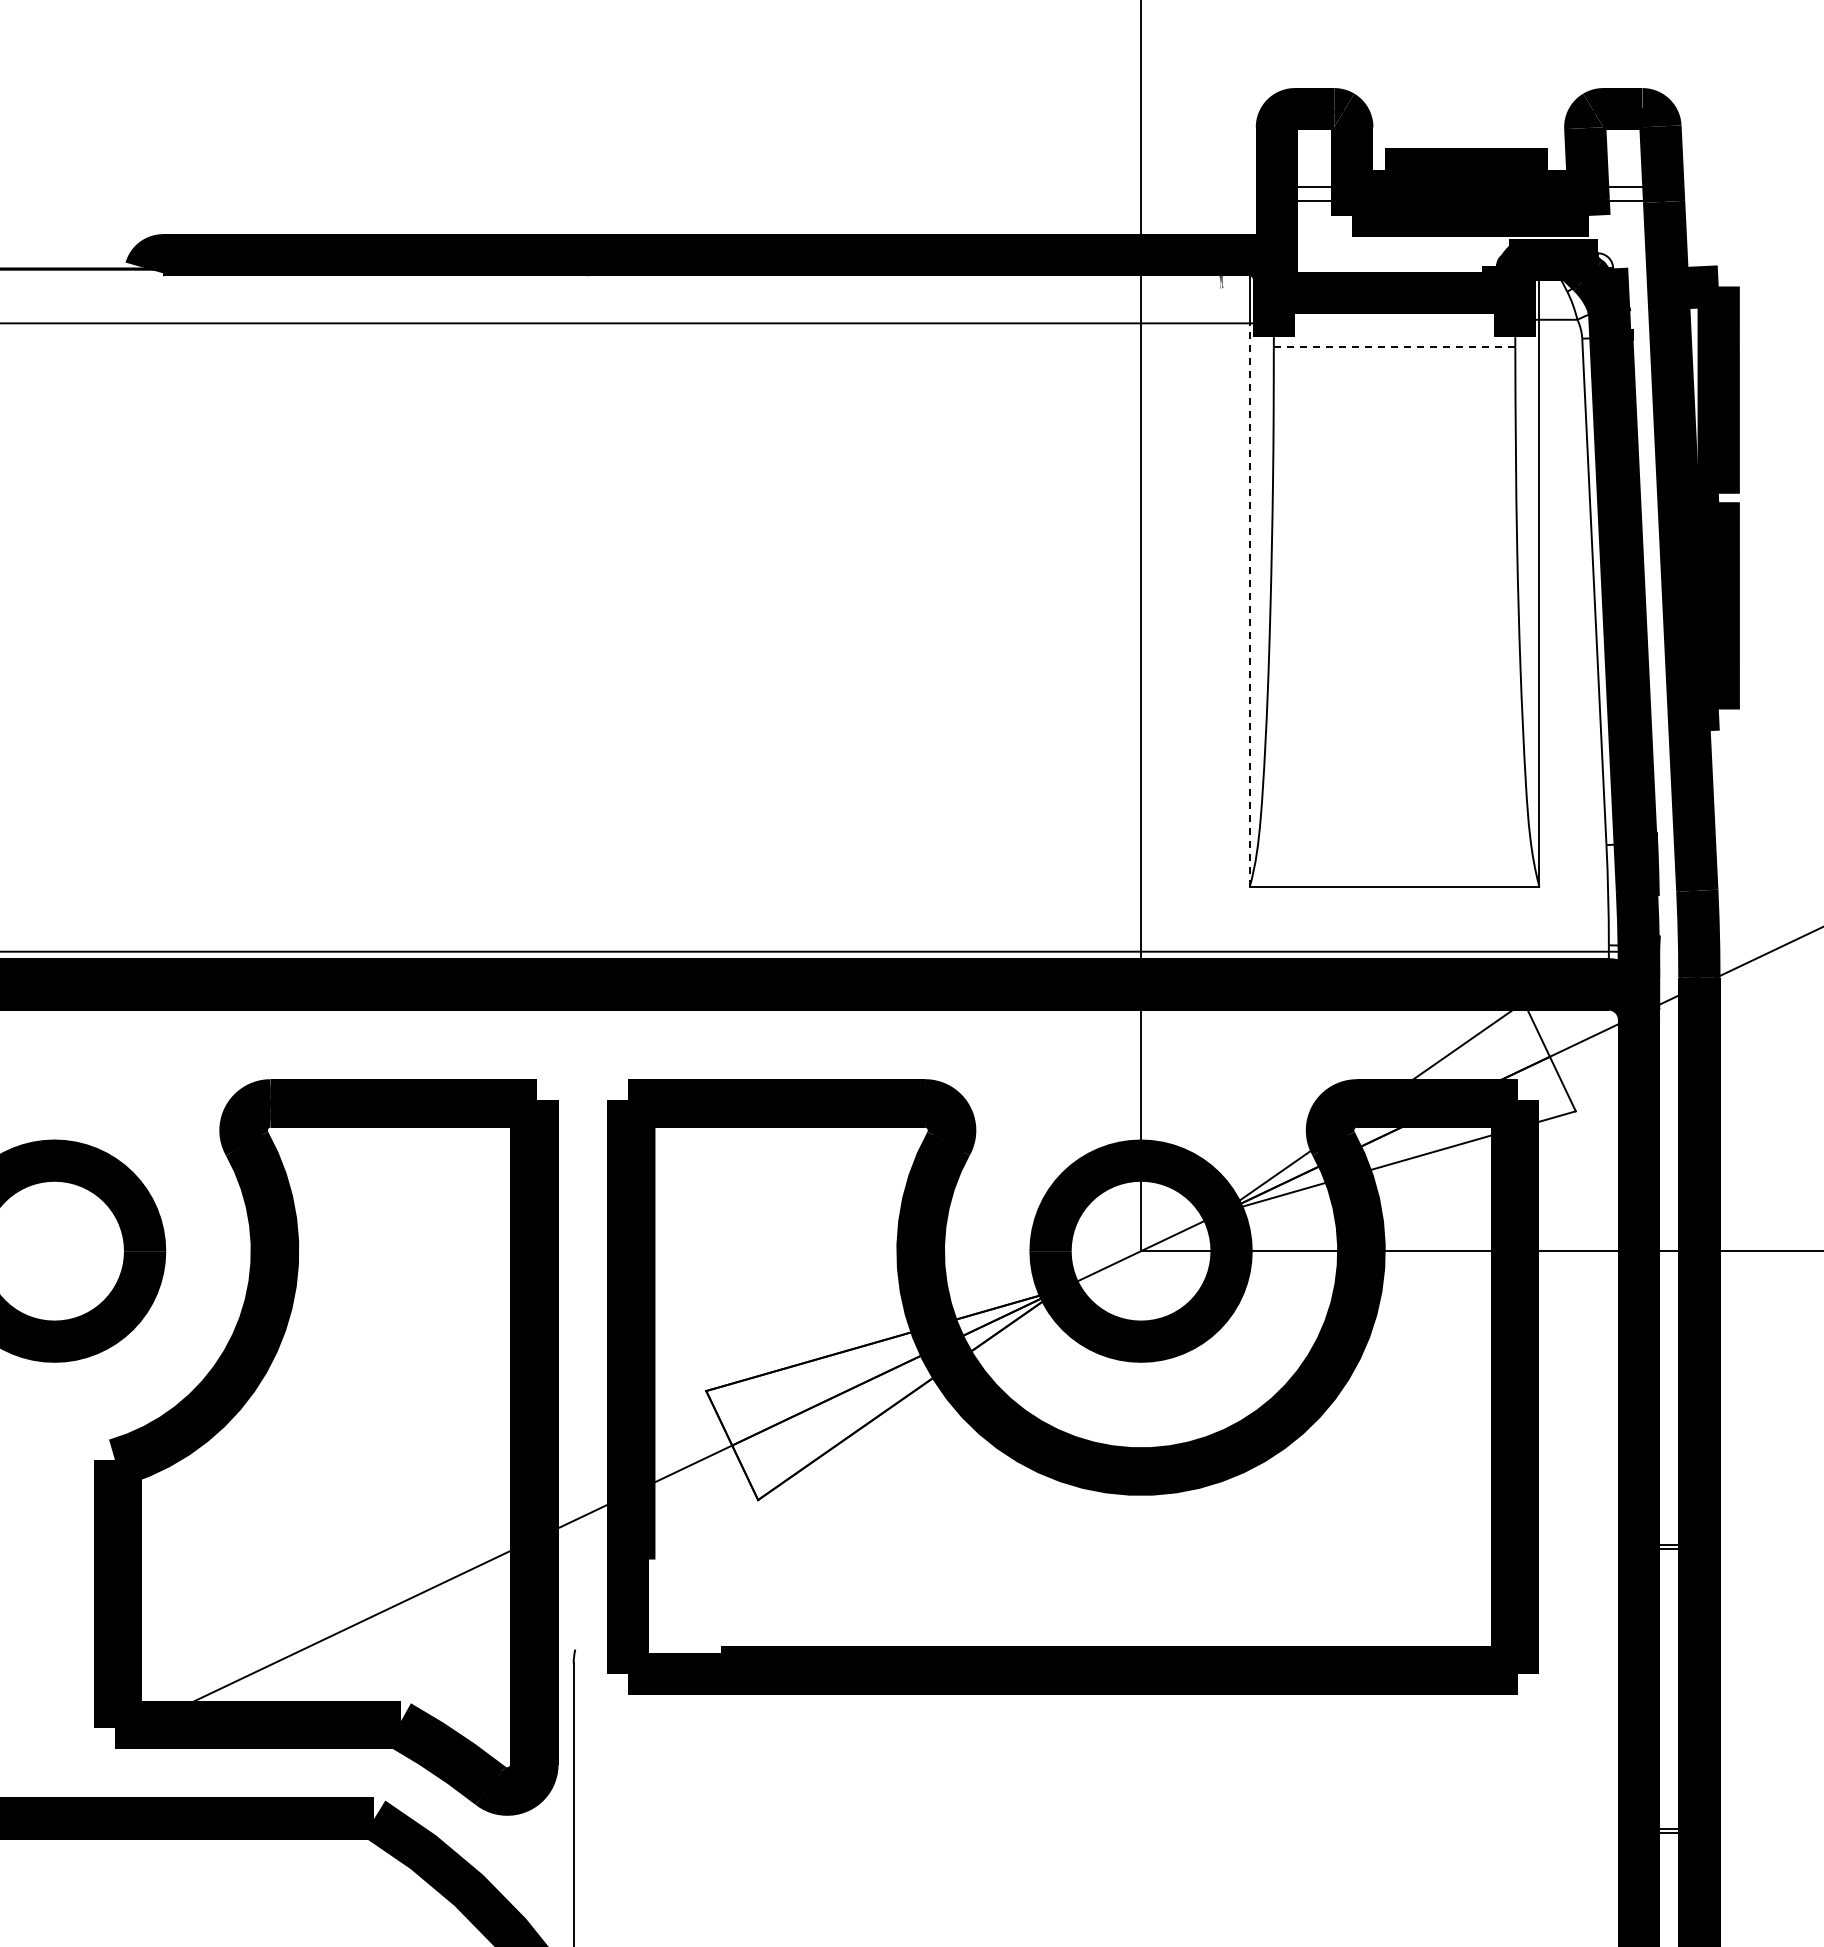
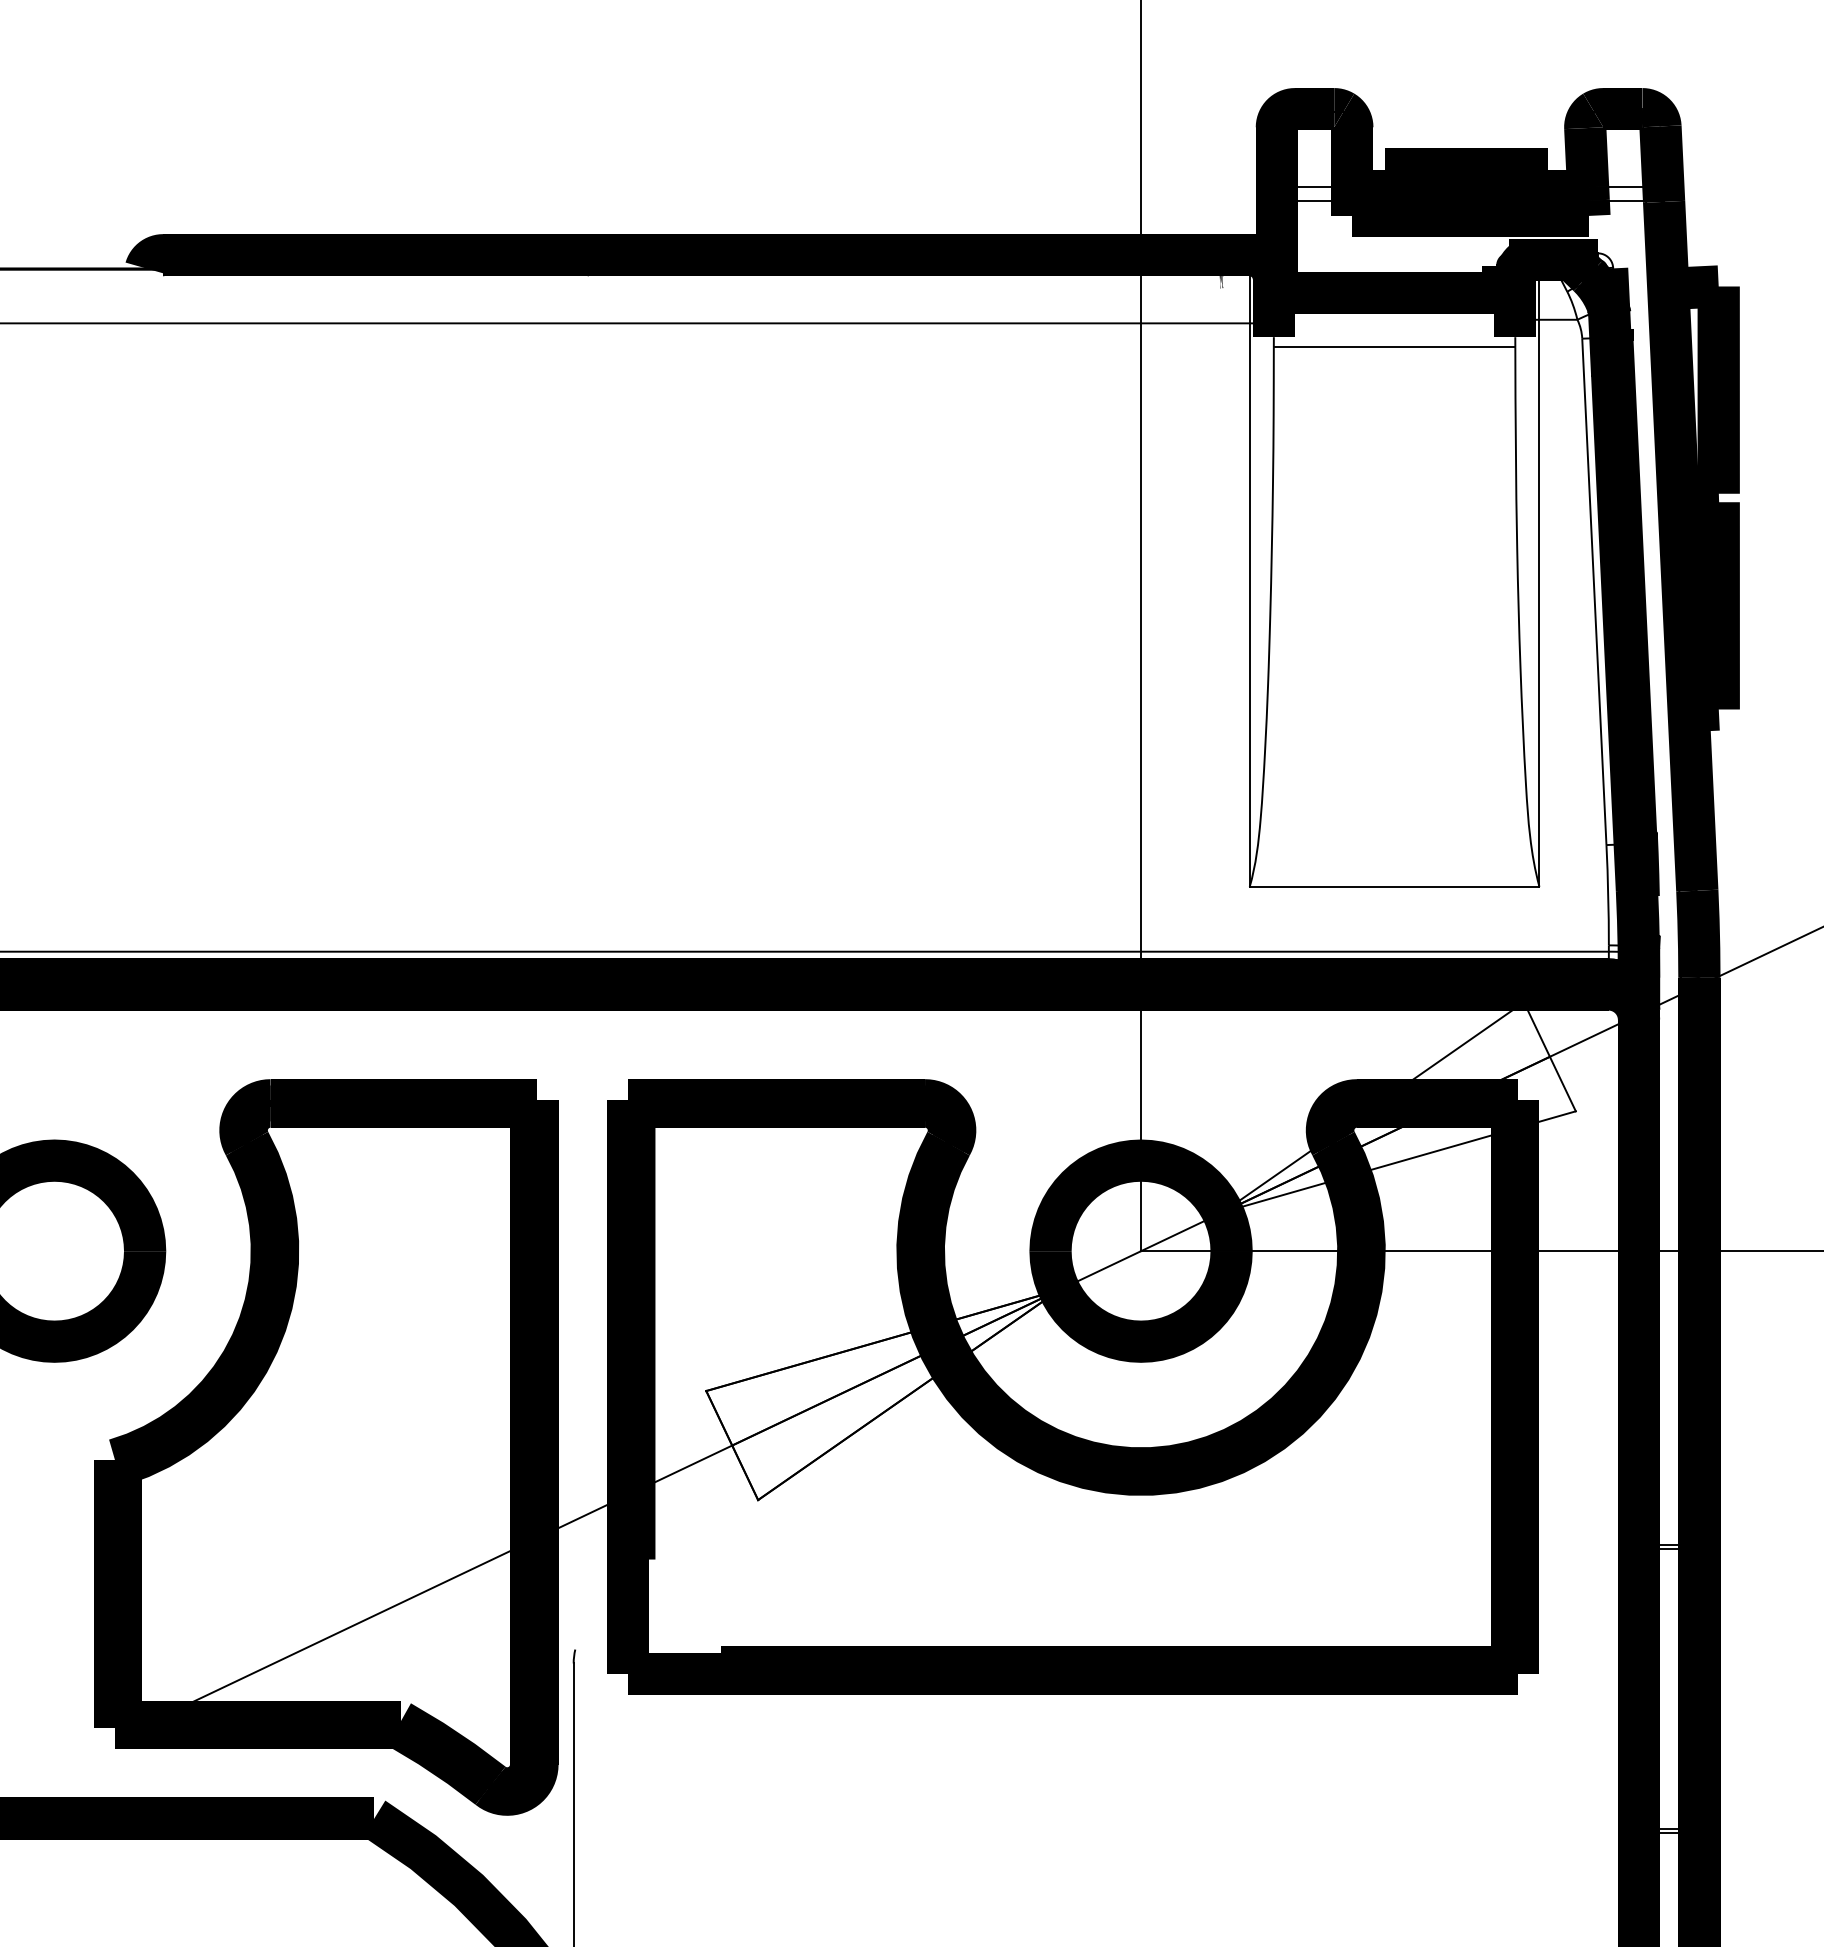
line at (1394, 347): dashed -> solid
line at (1249, 605): dashed -> solid
